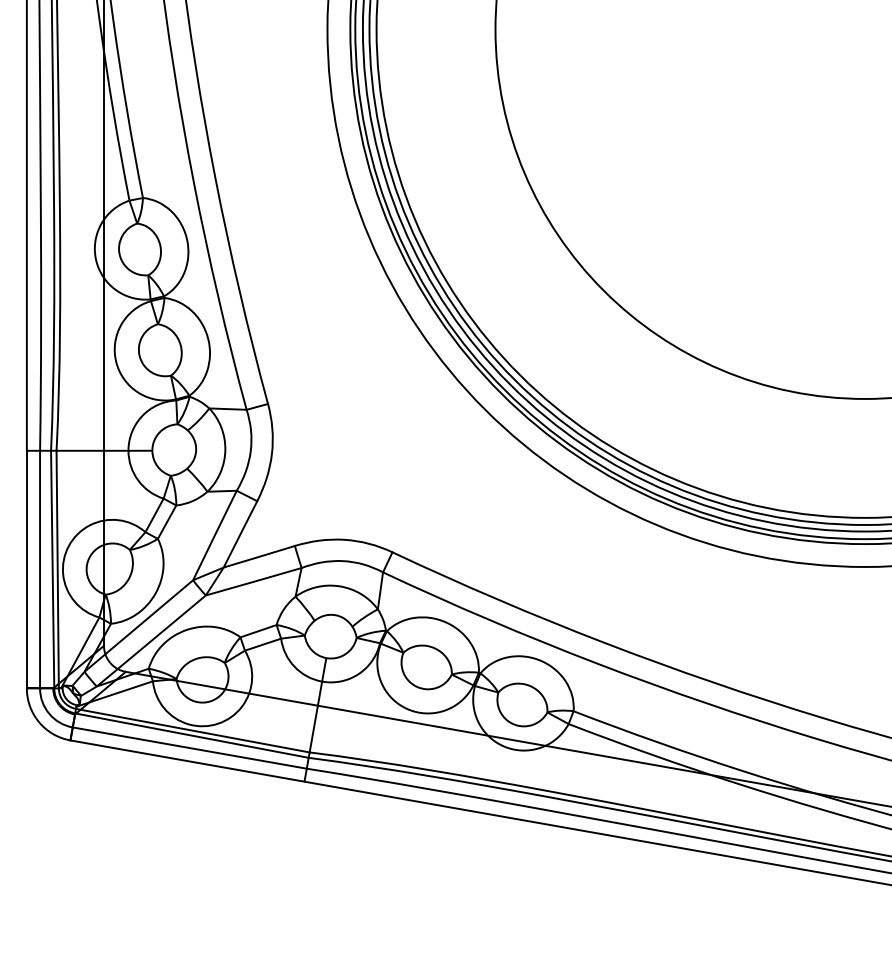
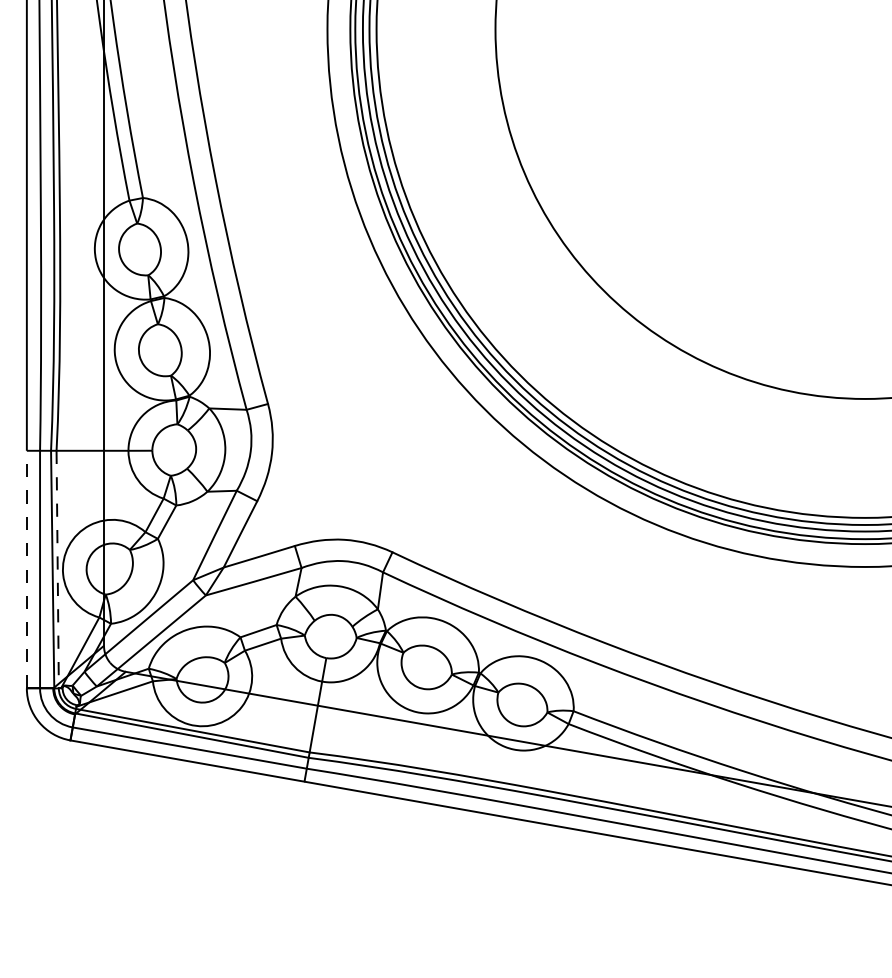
line at (26, 569): solid -> dashed
line at (57, 569): solid -> dashed
